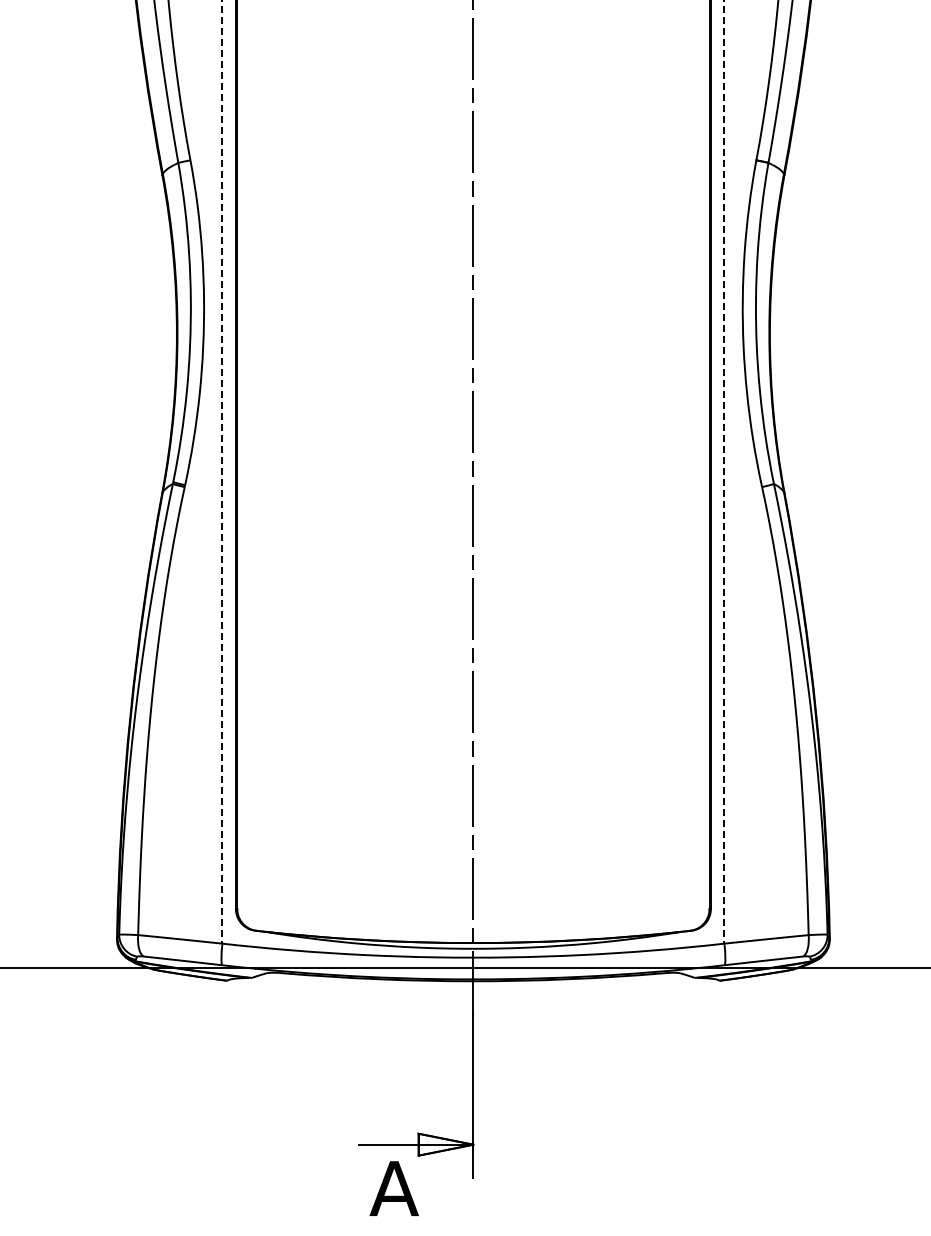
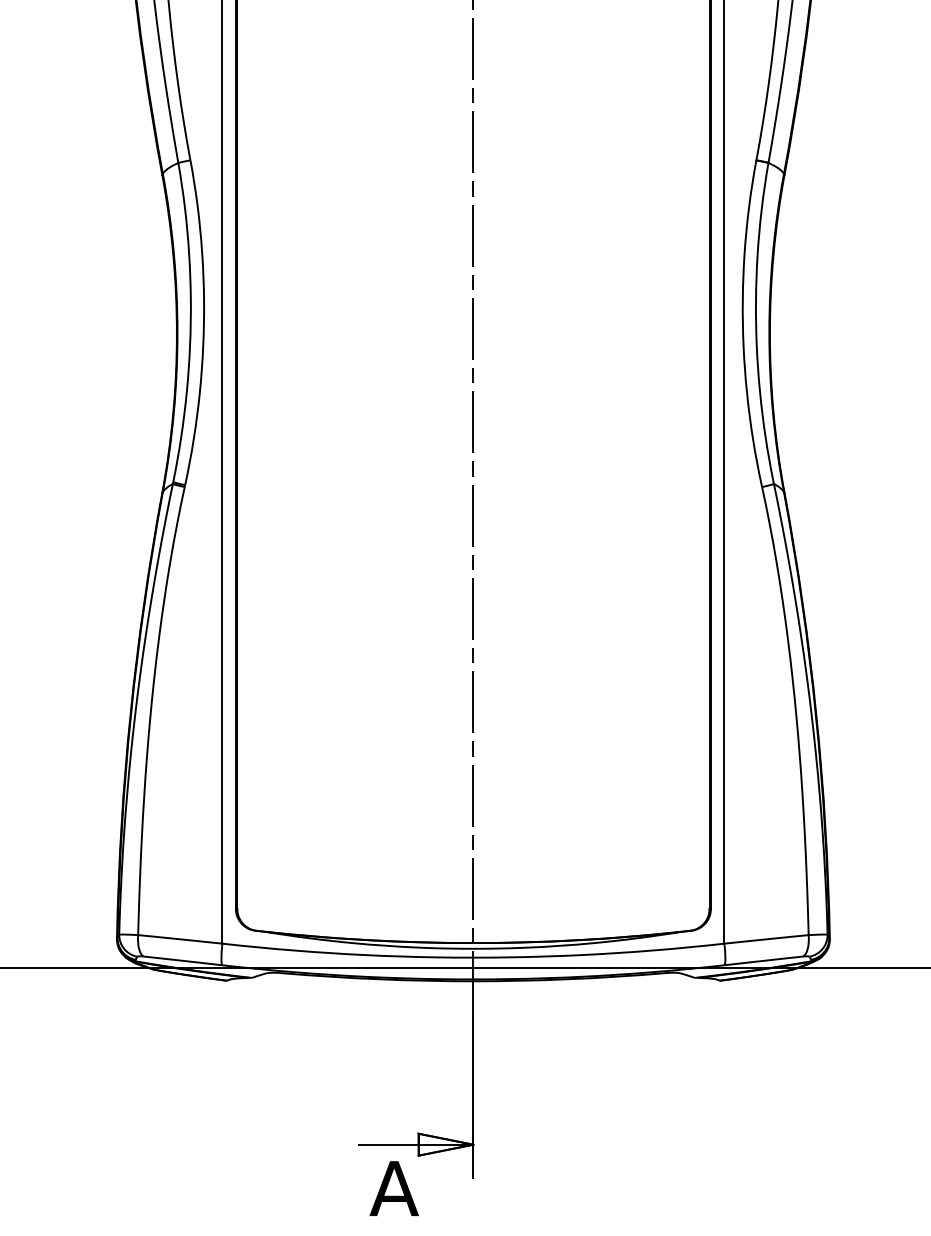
line at (222, 471): dashed -> solid
line at (724, 471): dashed -> solid
